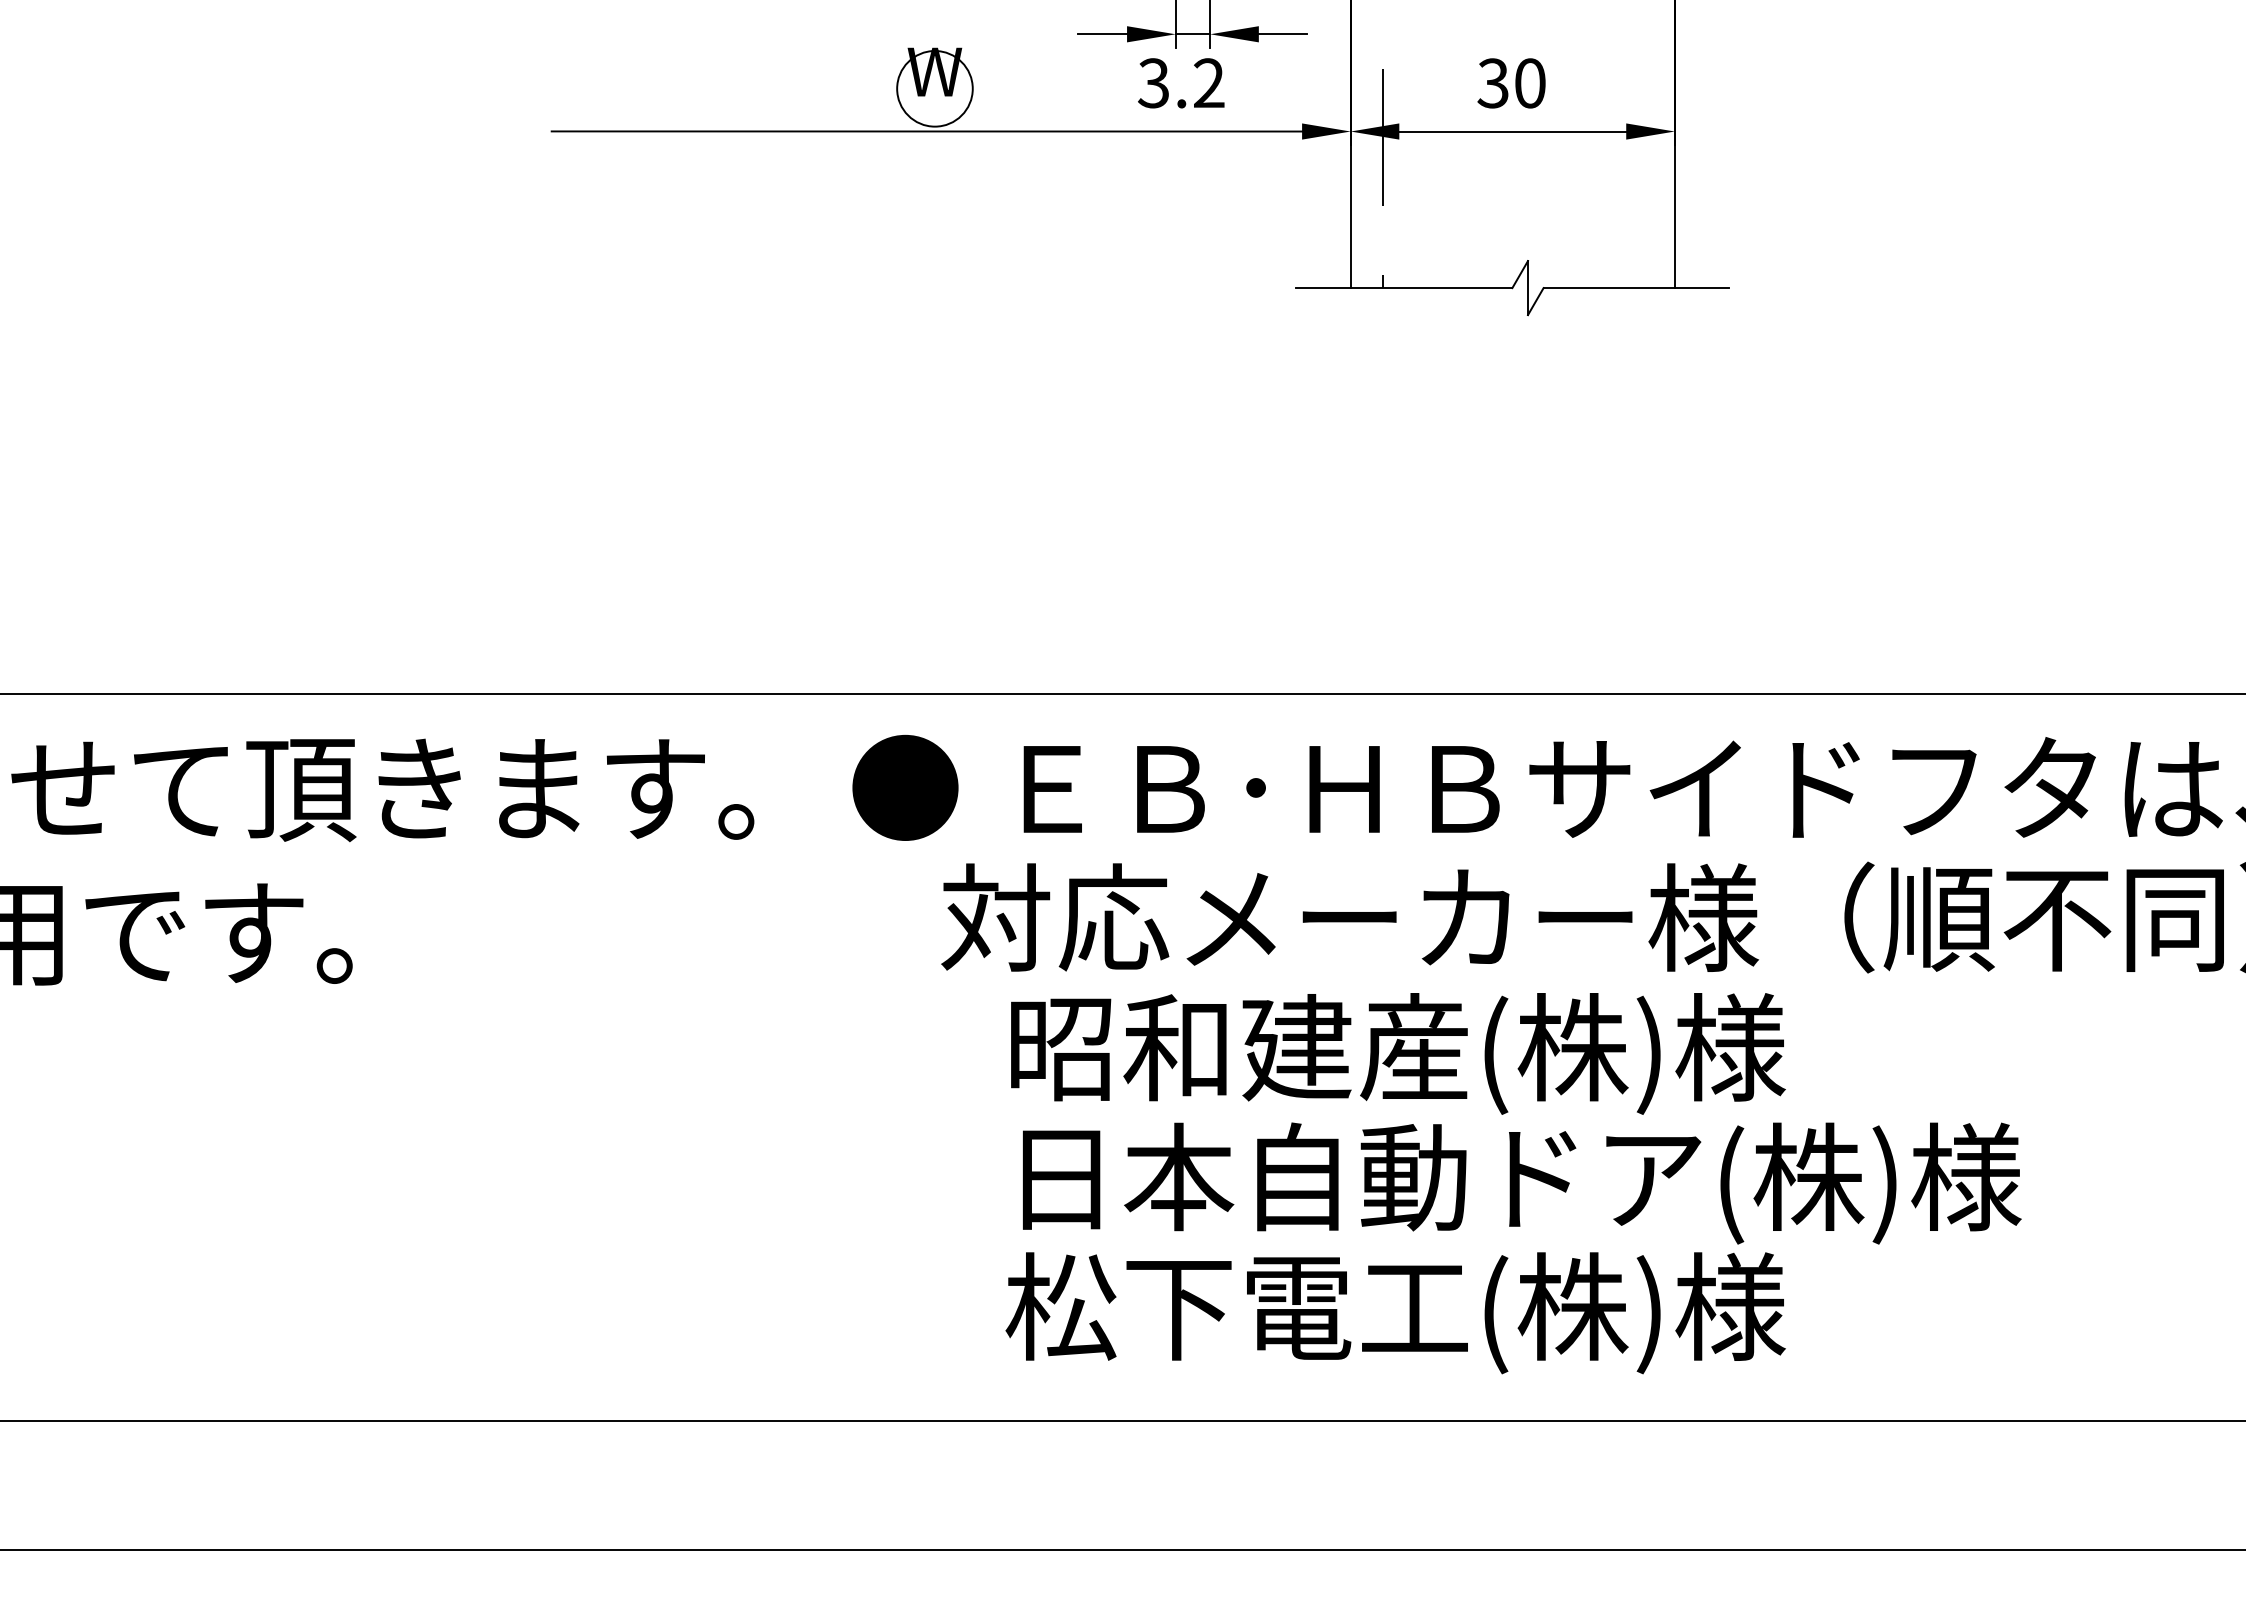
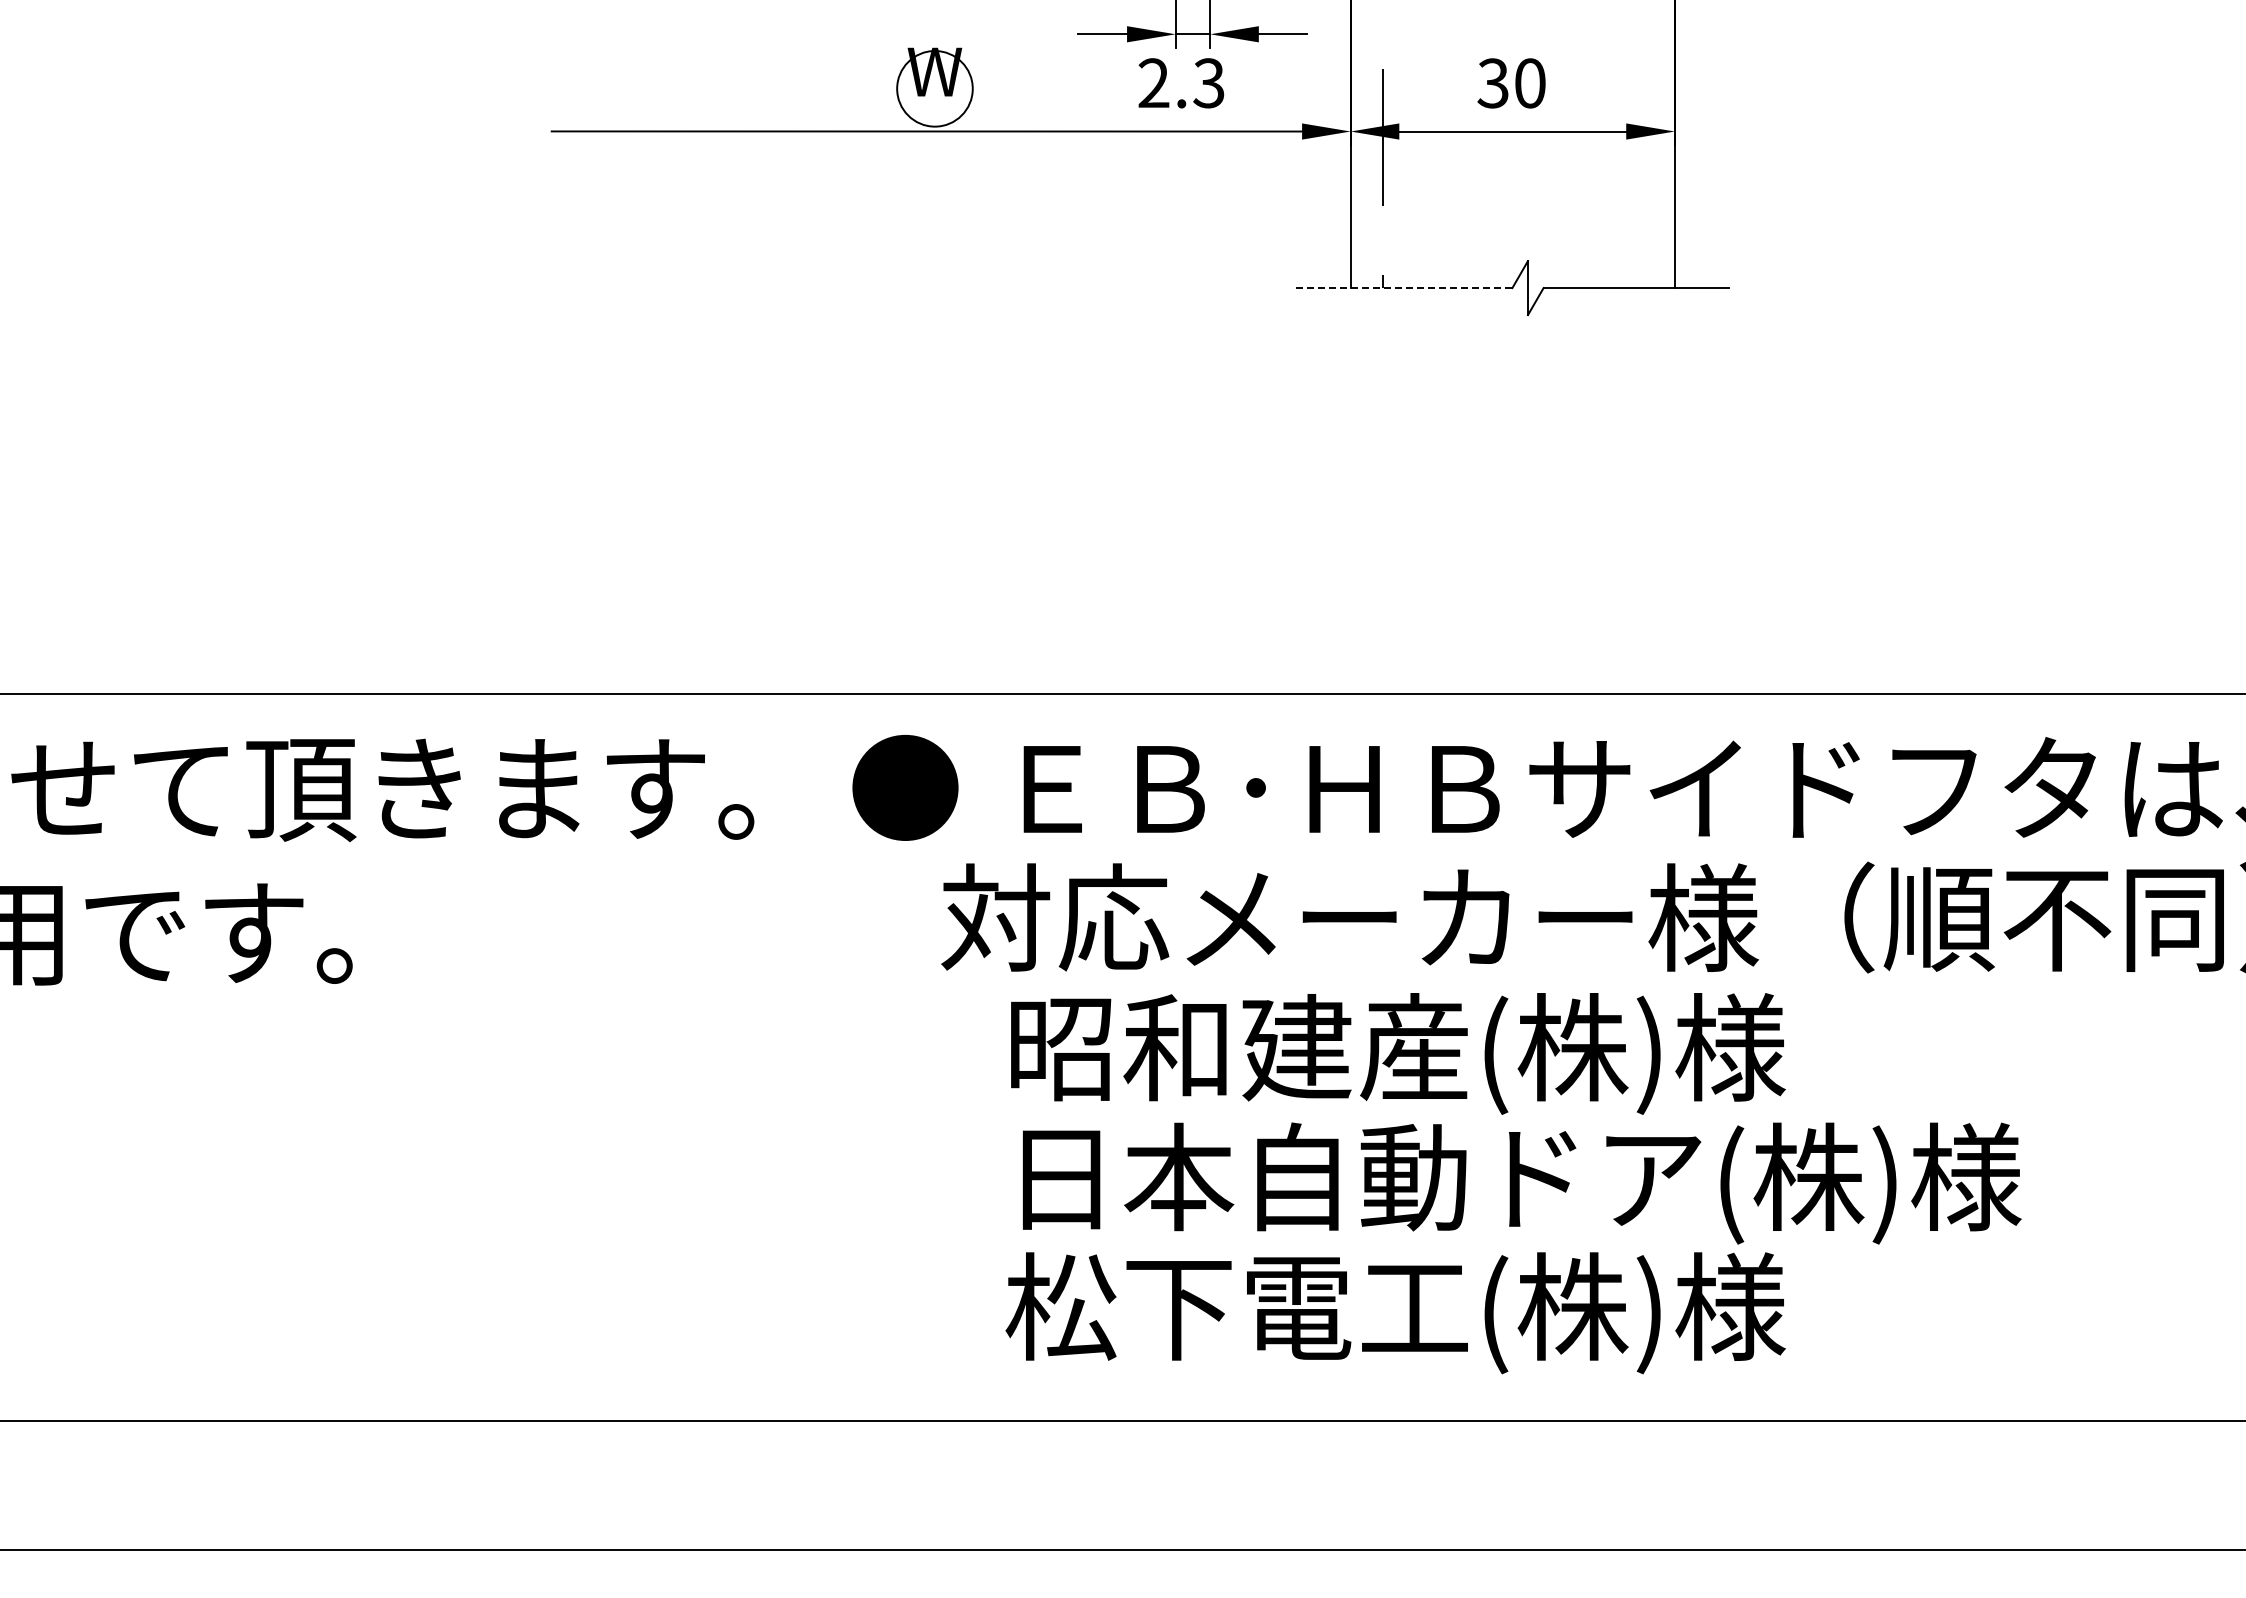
text at (1181, 83): 3.2 -> 2.3
line at (1403, 288): solid -> dashed
